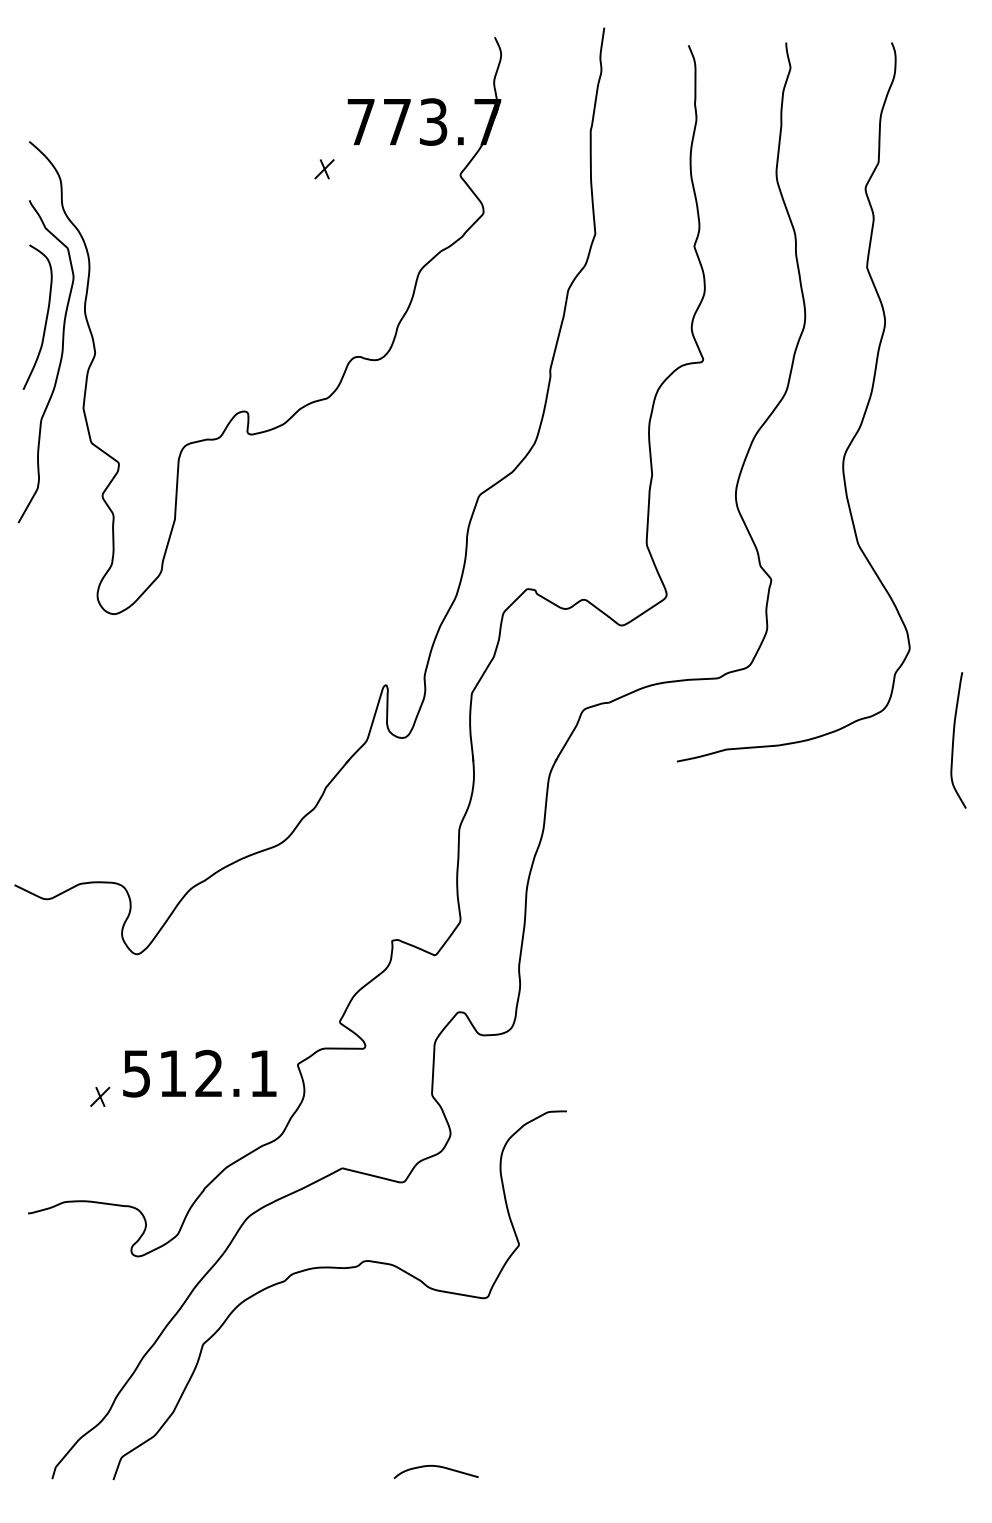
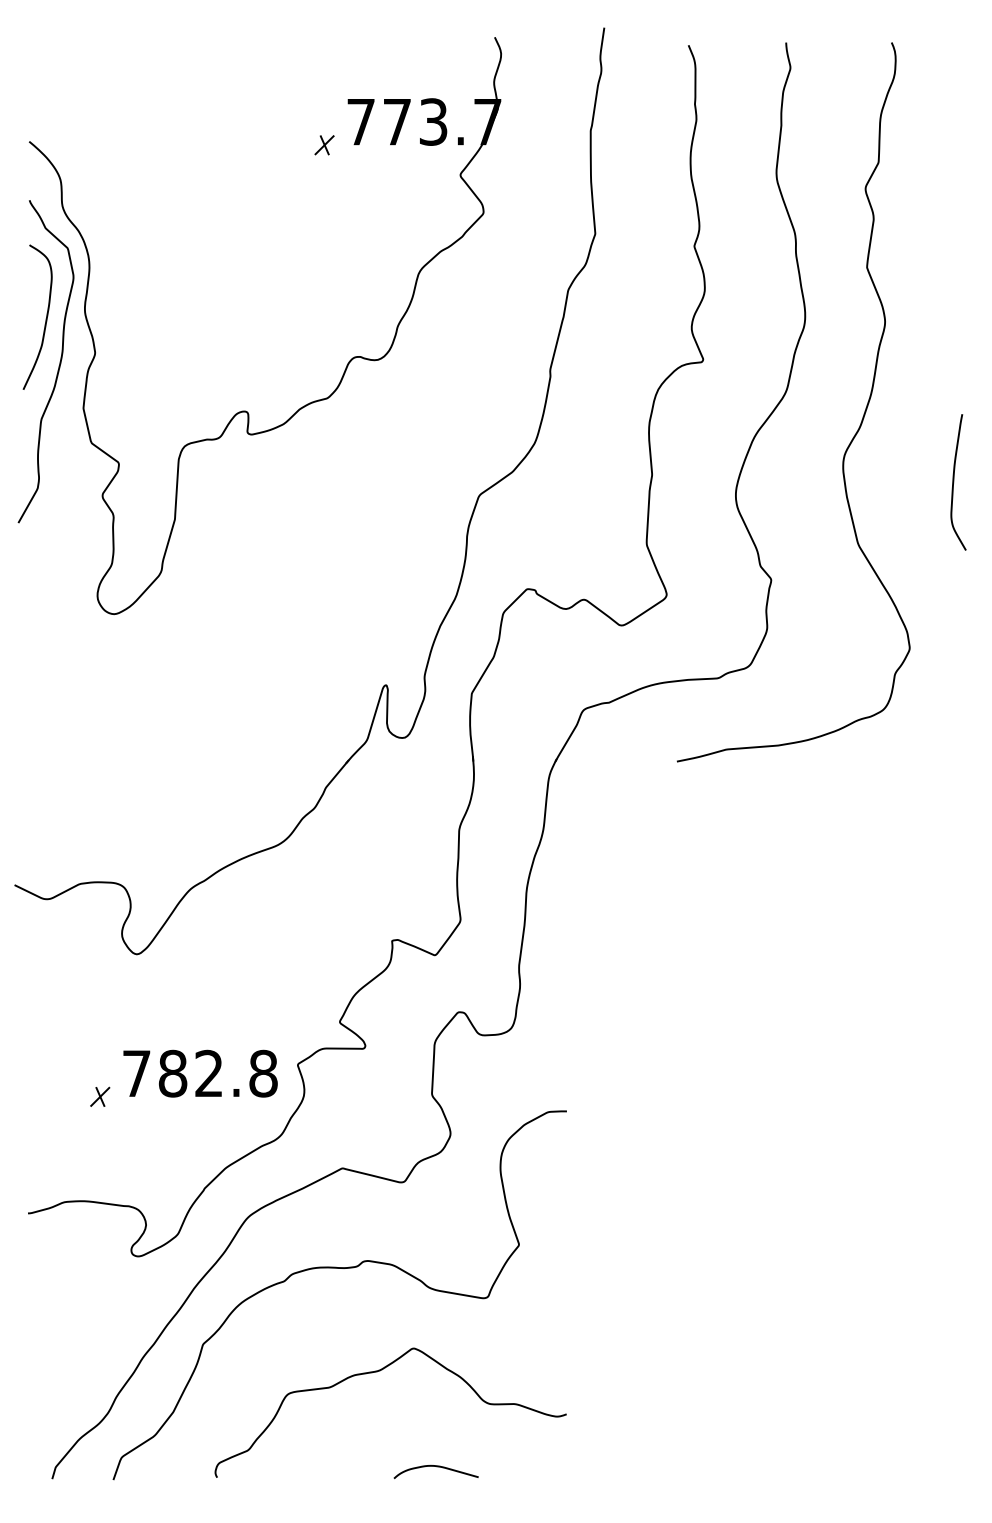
part at (324, 169) position: (324, 169) -> (324, 145)
curve at (954, 740) position: (954, 740) -> (954, 482)
text at (200, 1073): 512.1 -> 782.8
curve at (377, 1372): none -> present
